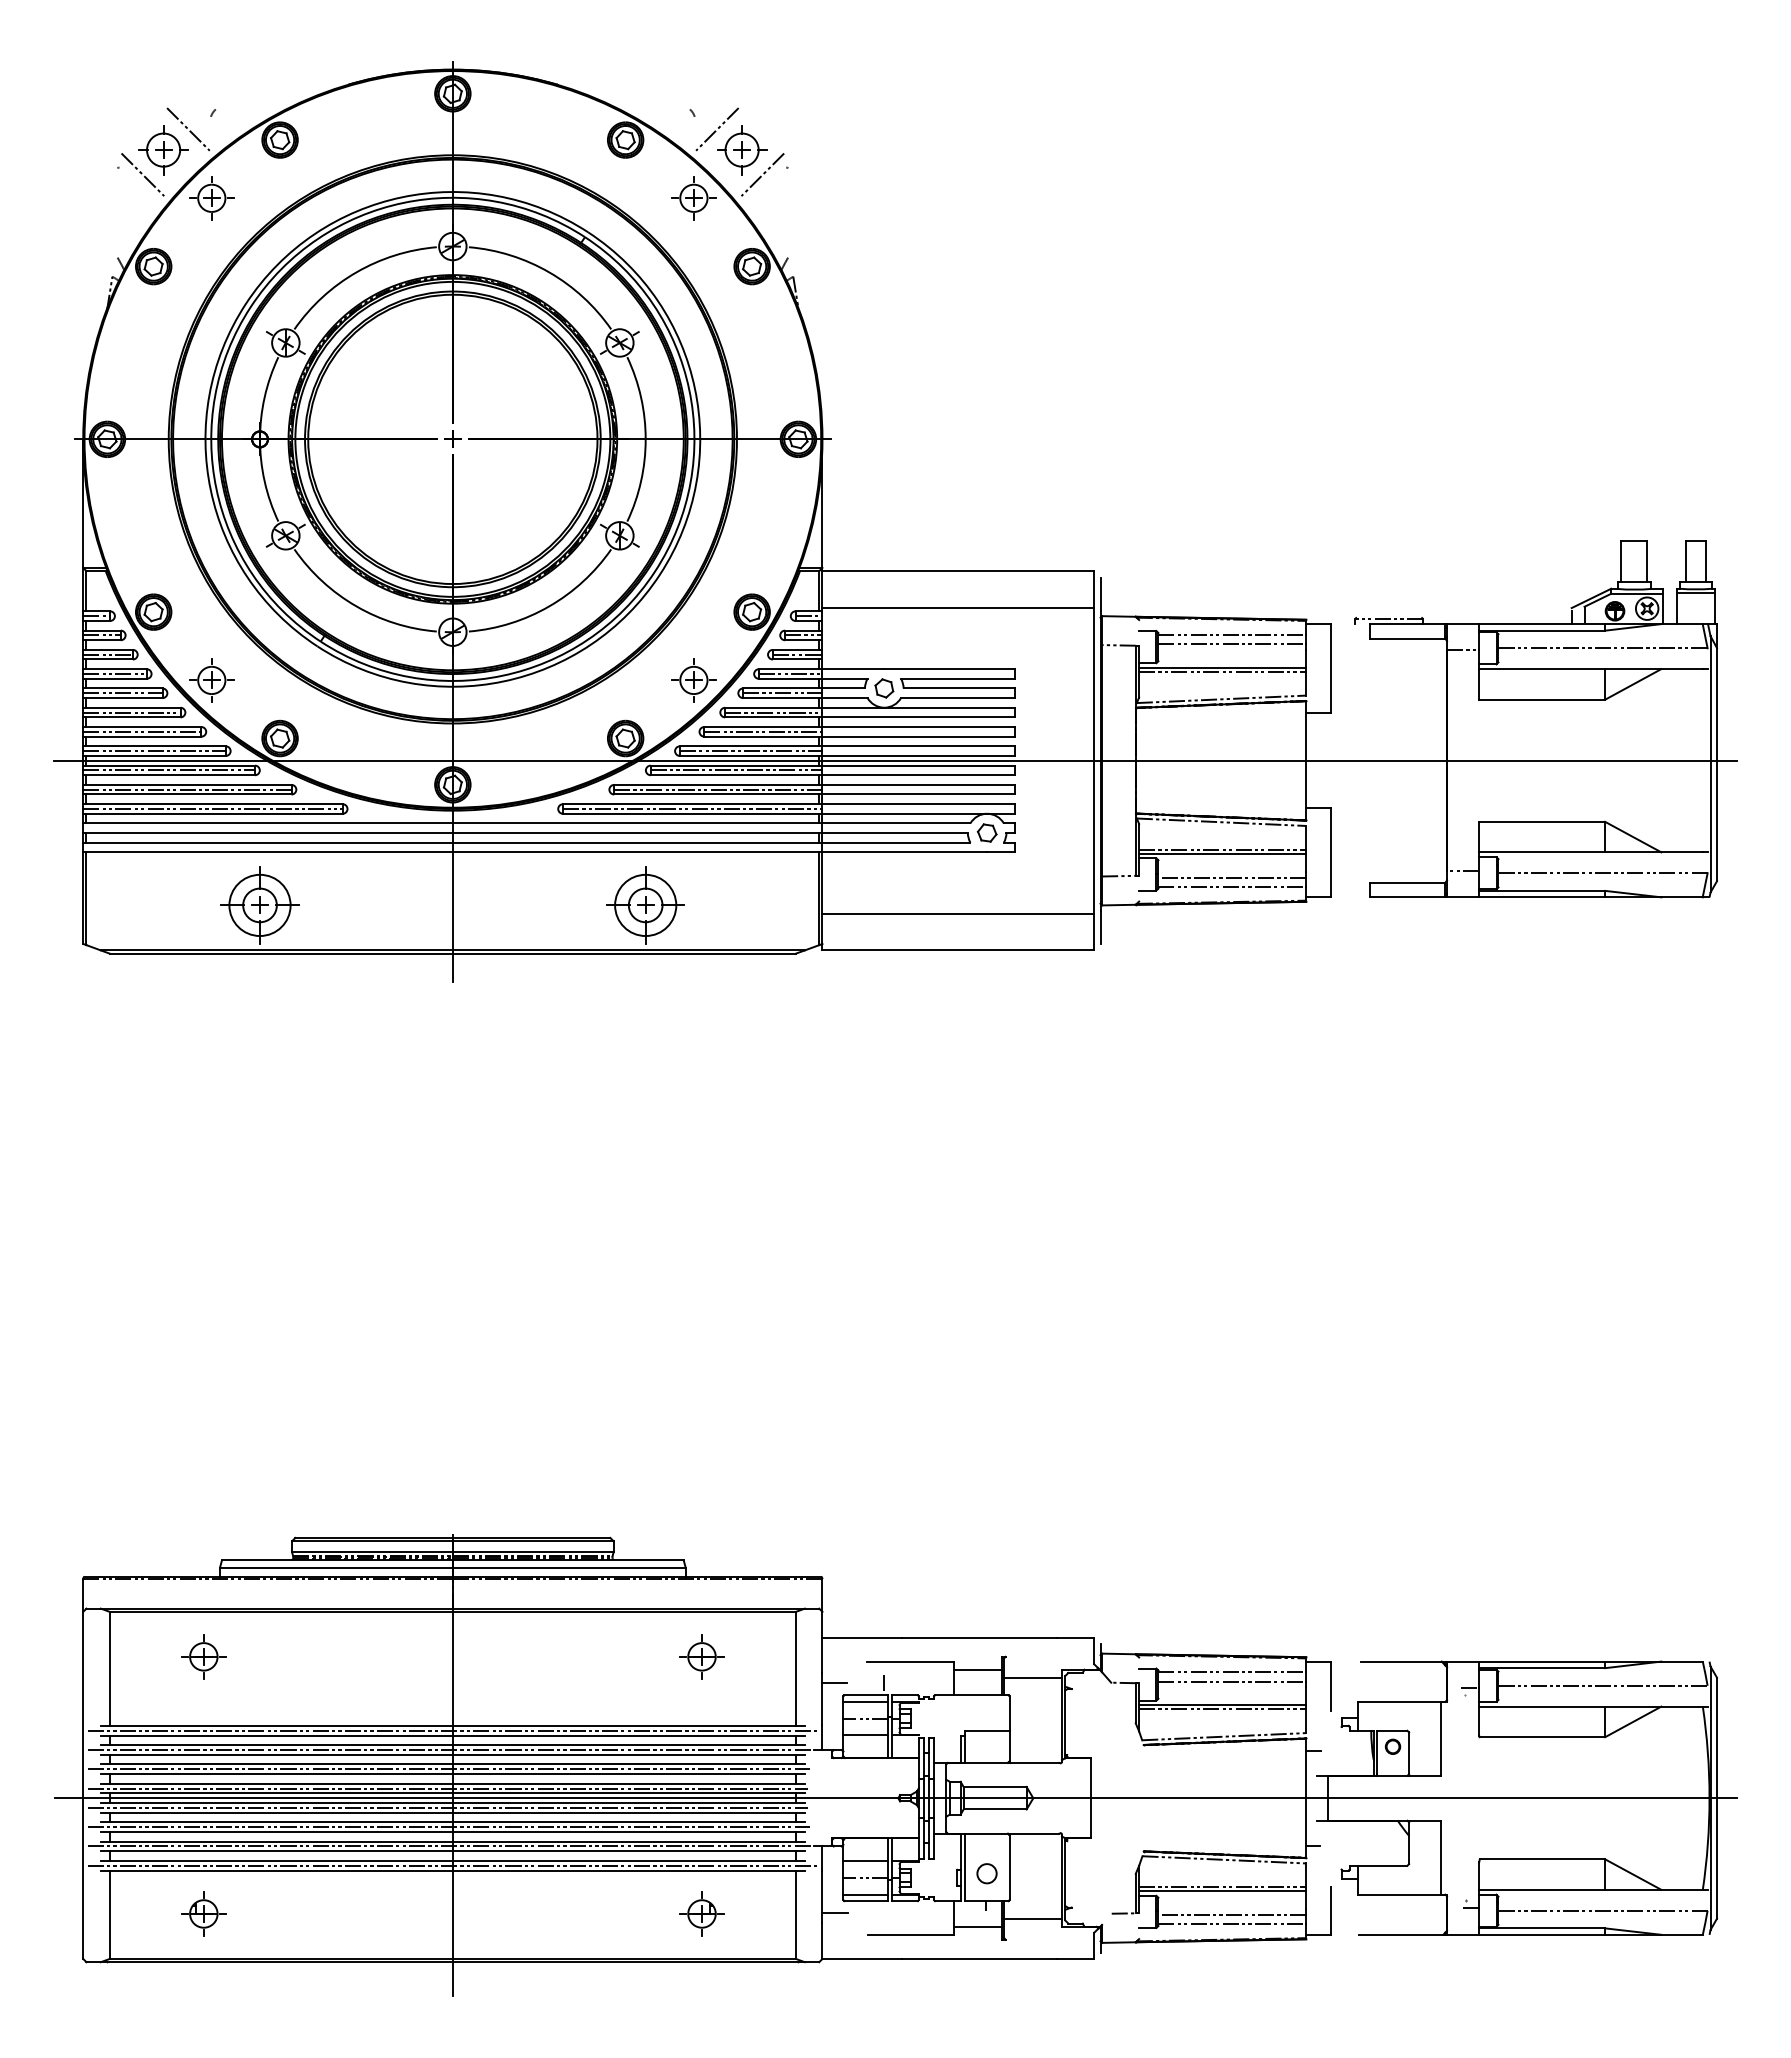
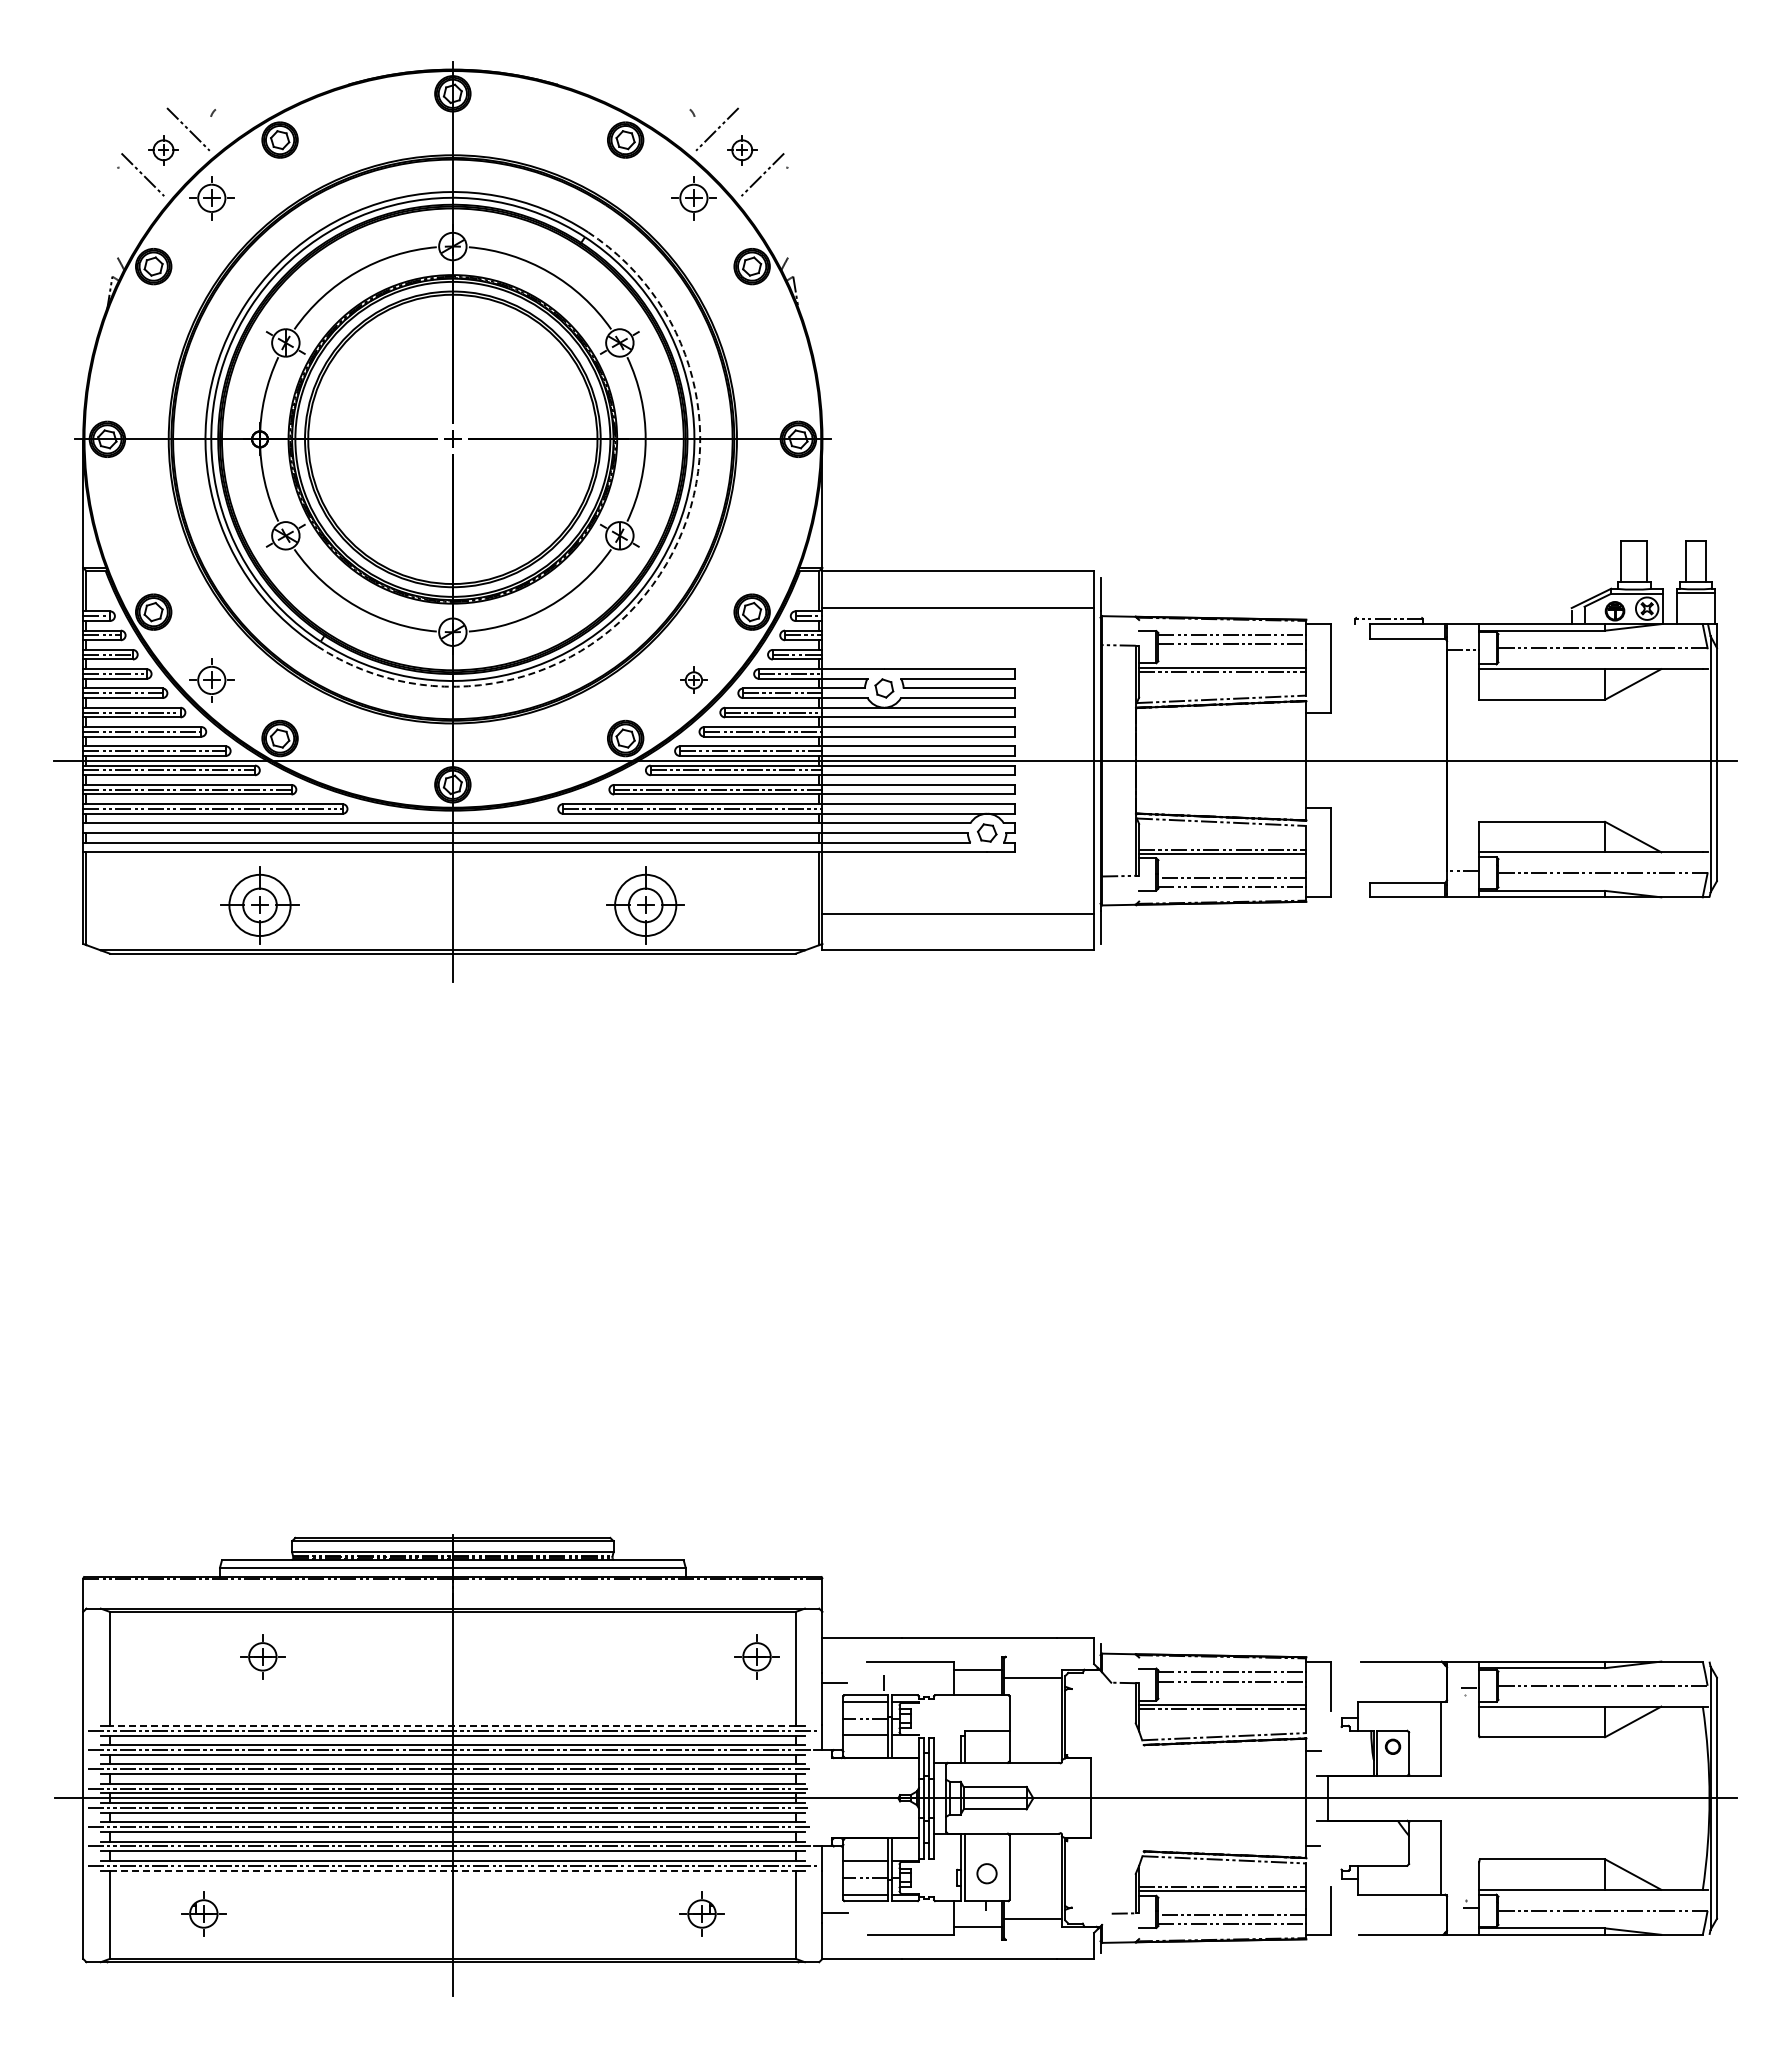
part at (163, 150) size: 51x51 px -> 31x31 px
part at (742, 150) size: 51x51 px -> 31x31 px
arc at (659, 574): solid -> dashed
part at (693, 680) size: 46x45 px -> 28x28 px
part at (203, 1656) position: (203, 1656) -> (262, 1656)
part at (701, 1656) position: (701, 1656) -> (756, 1656)
line at (452, 1725): solid -> dashed
line at (453, 1870): solid -> dashed
